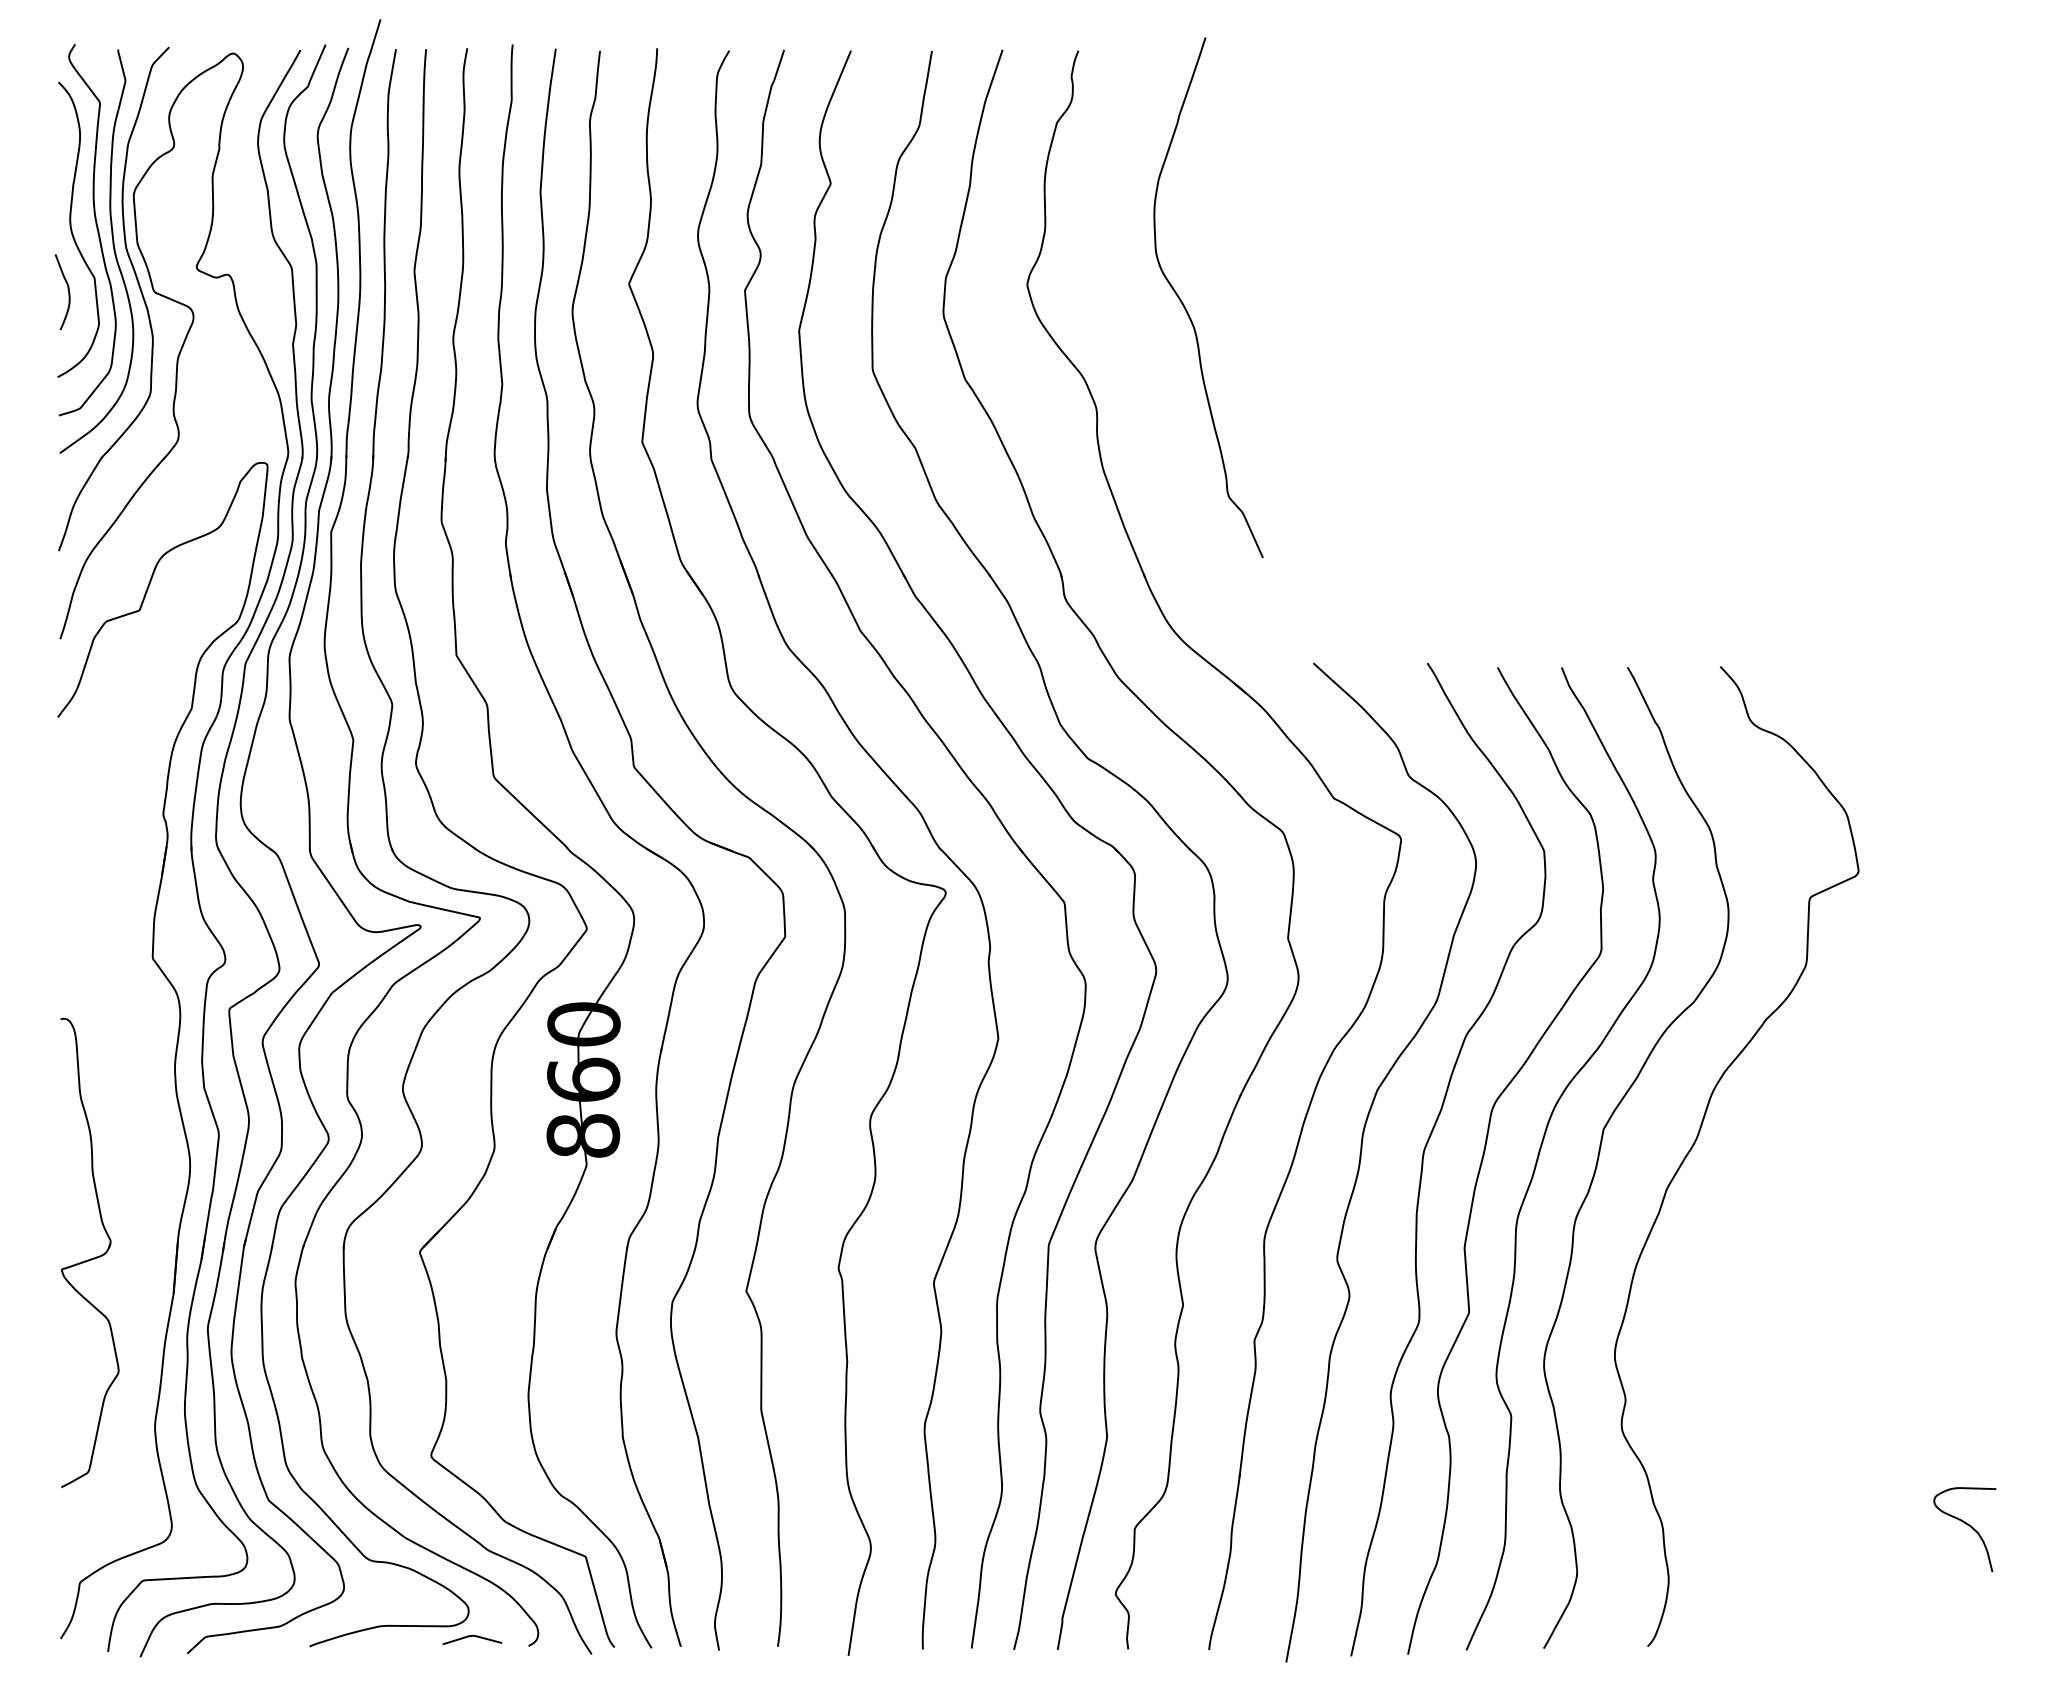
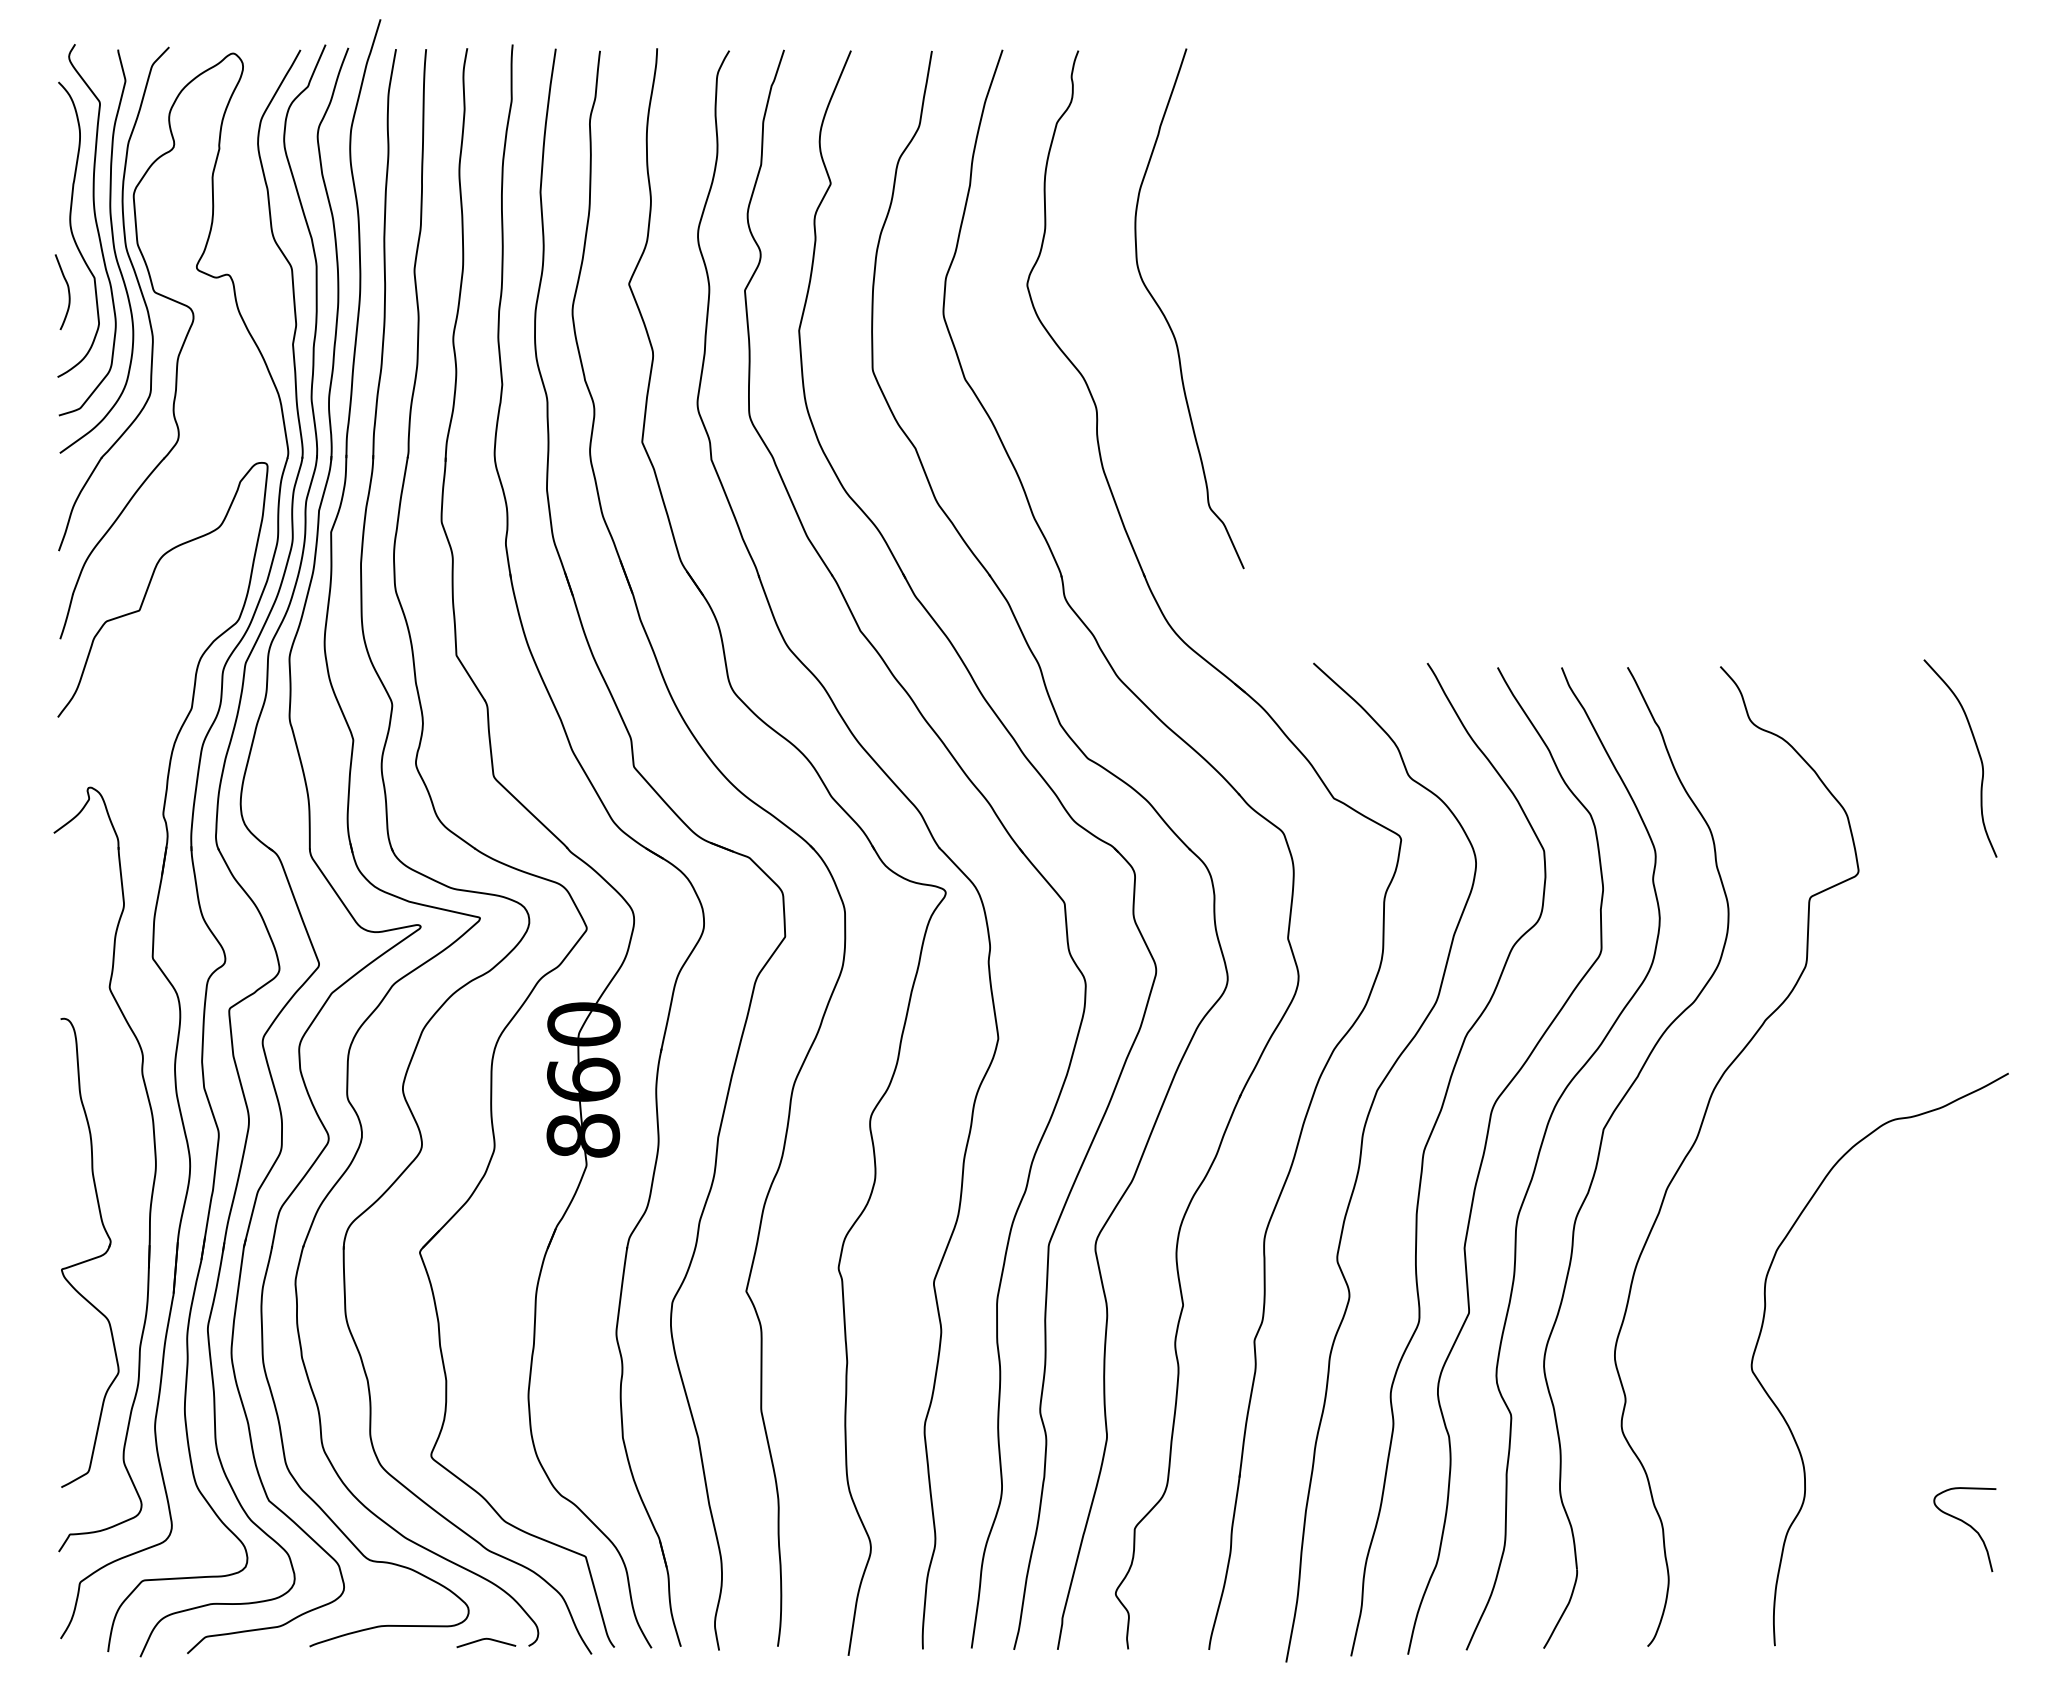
curve at (1186, 308) position: (1186, 308) -> (1167, 319)
curve at (1977, 751): none -> present
part at (153, 1178): none -> present
curve at (1785, 1418): none -> present
curve at (472, 1636) position: (472, 1636) -> (486, 1639)
